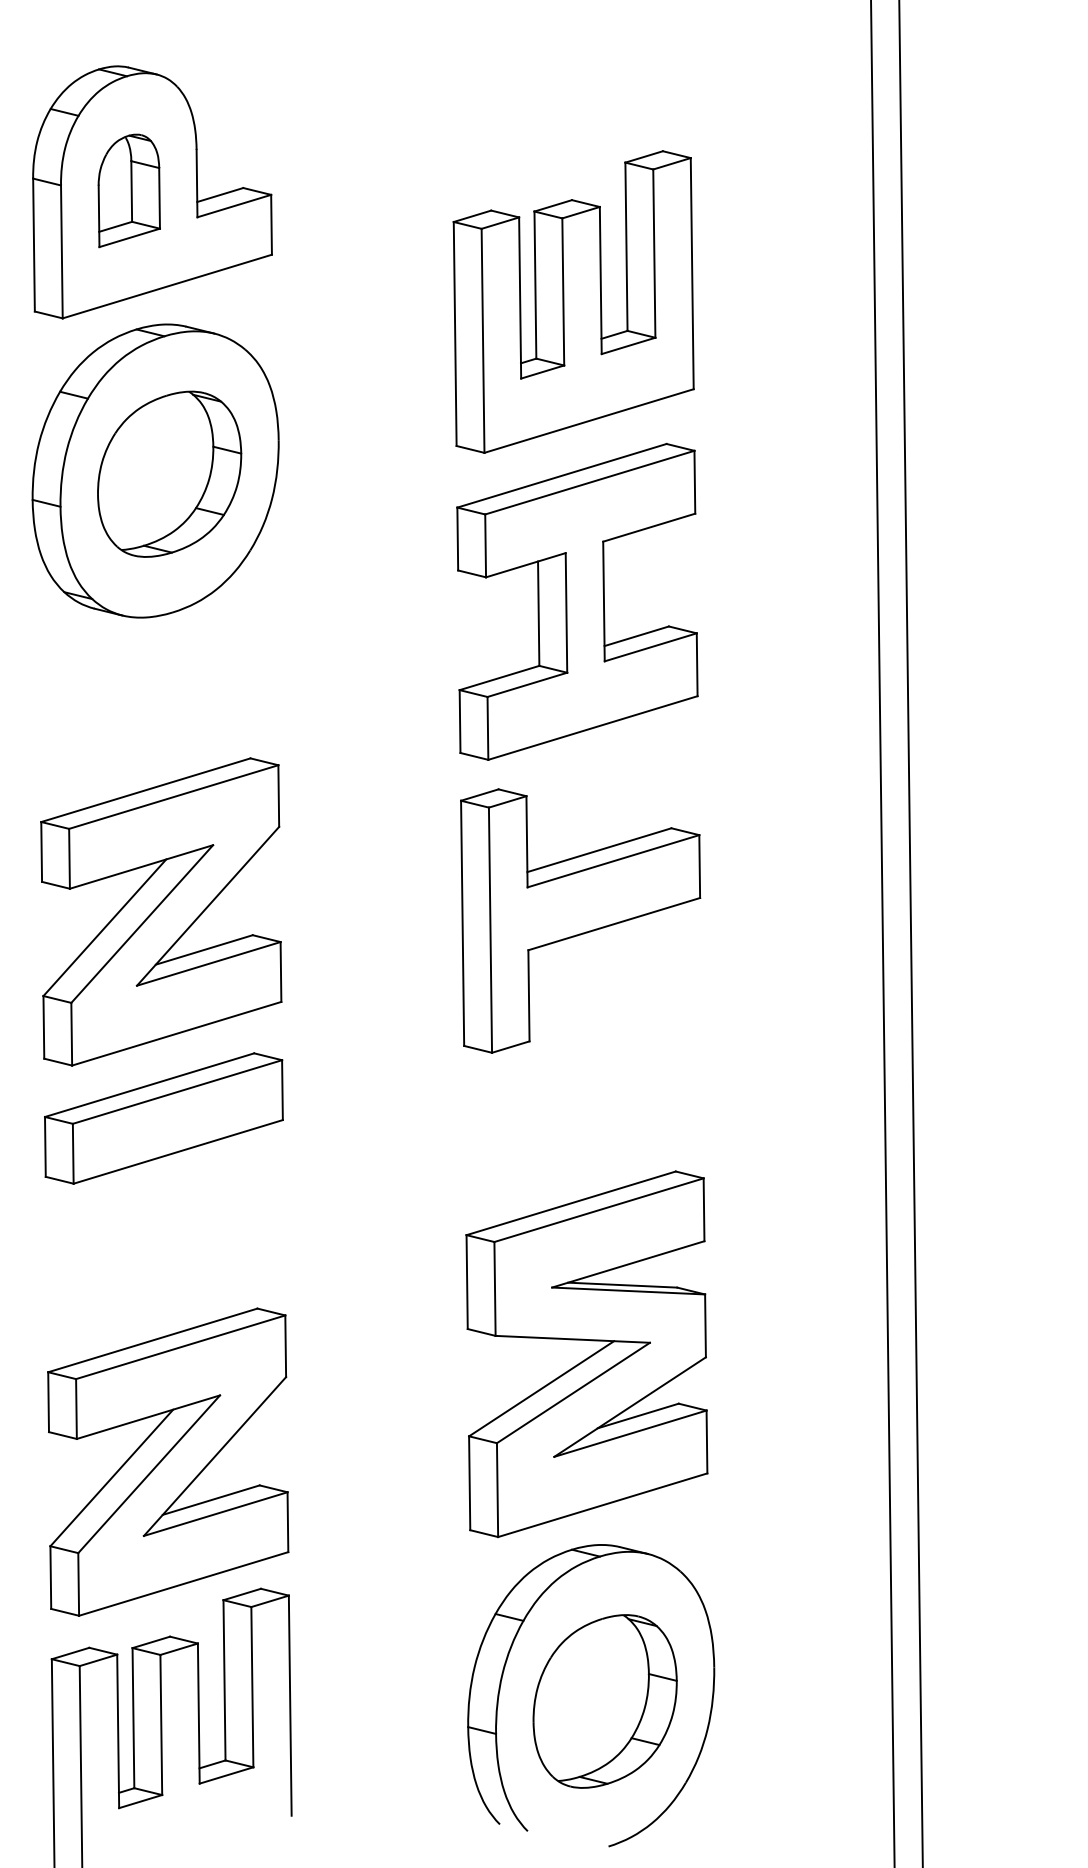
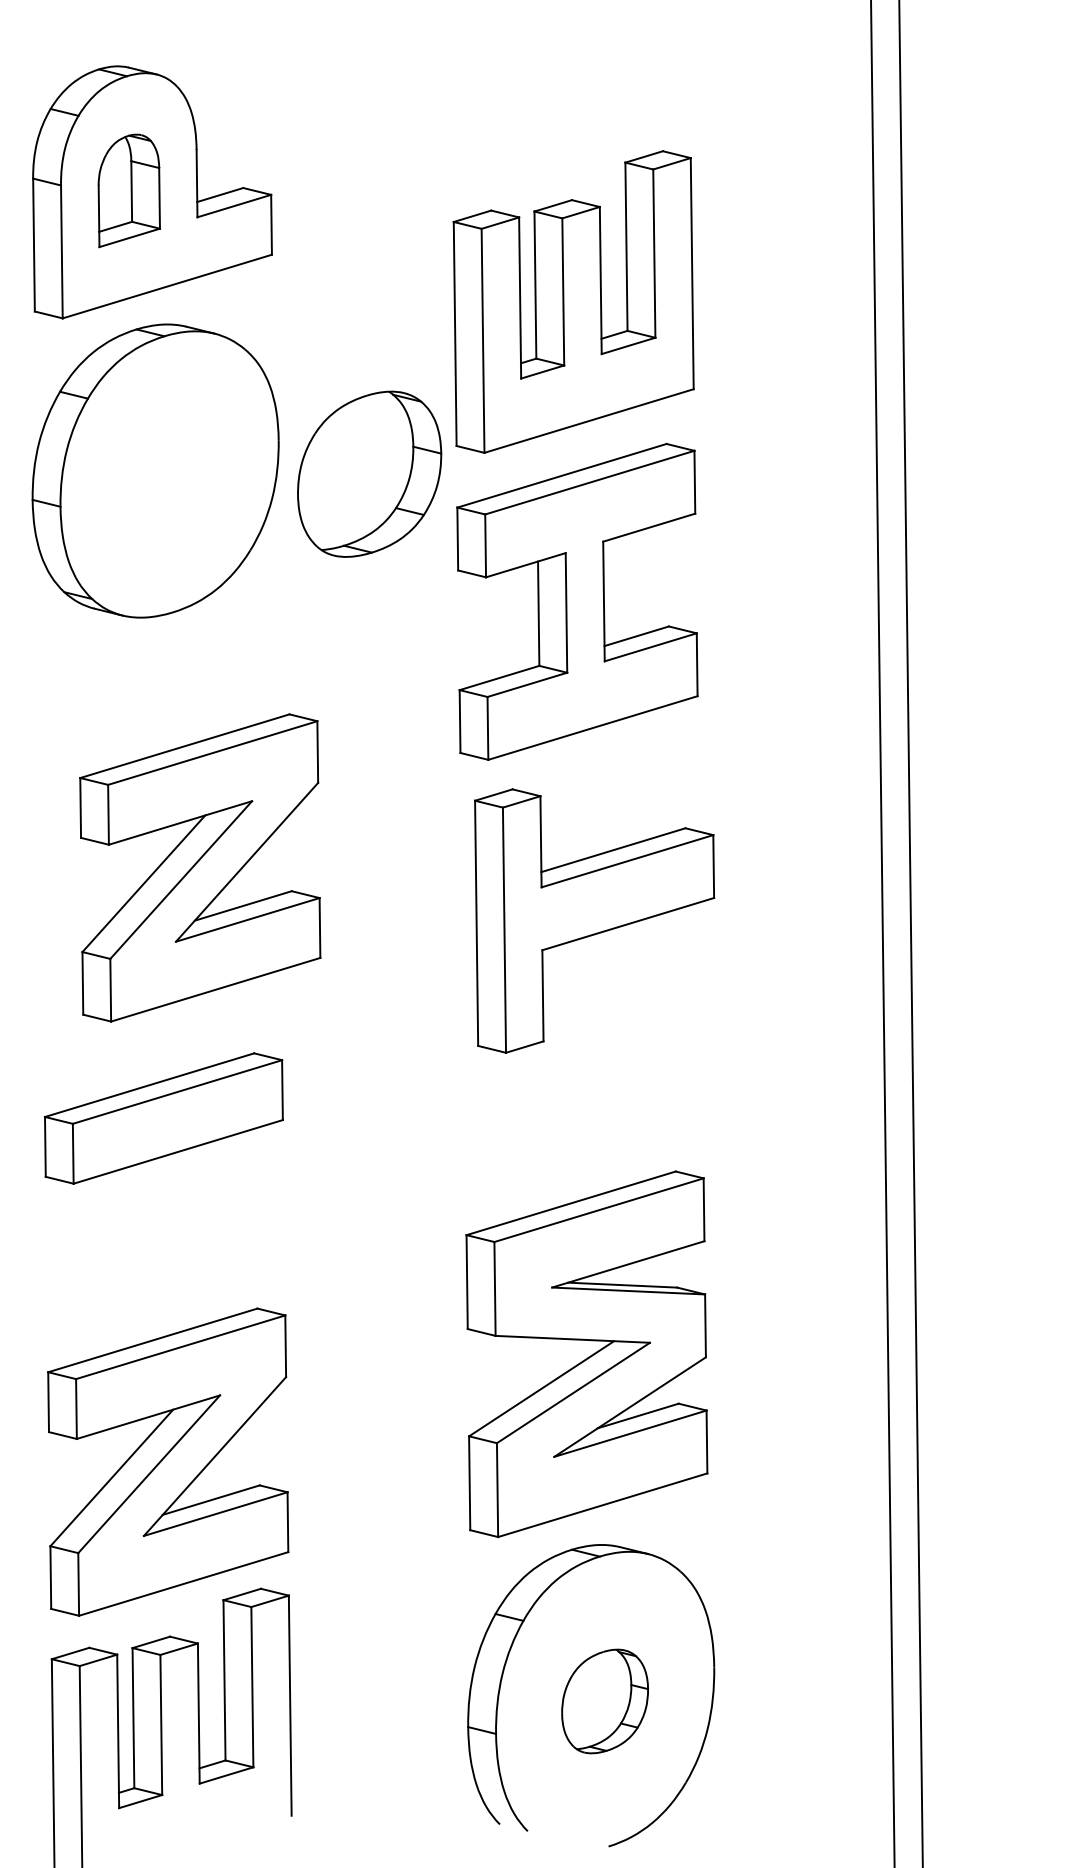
part at (169, 473) position: (169, 473) -> (369, 473)
part at (161, 911) position: (161, 911) -> (200, 867)
part at (580, 920) position: (580, 920) -> (594, 920)
part at (604, 1701) size: 146x175 px -> 88x107 px
